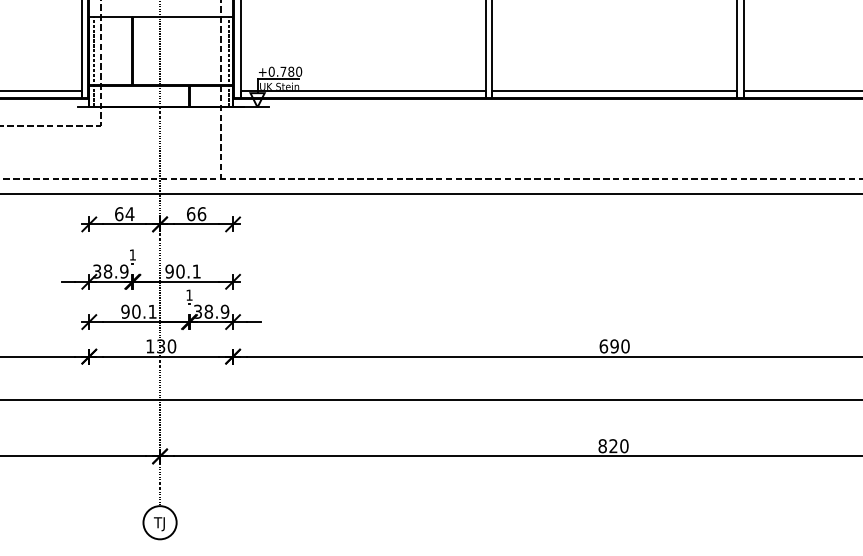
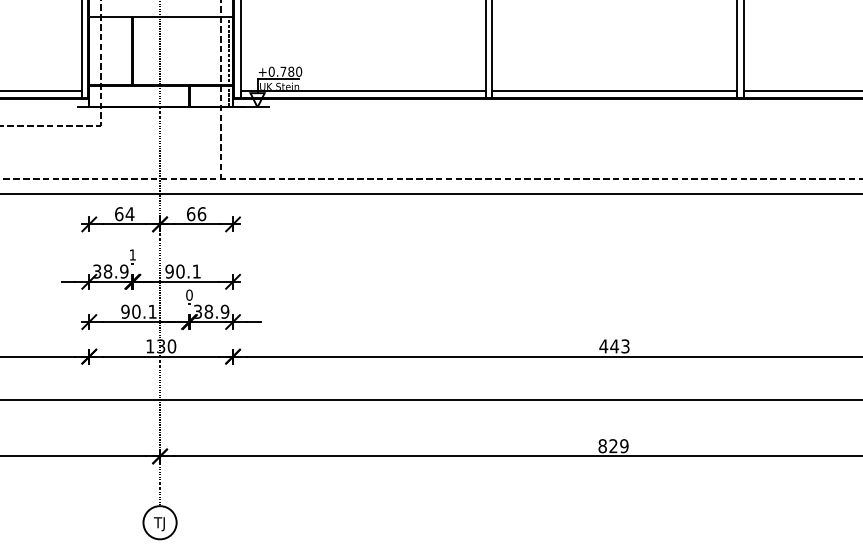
line at (93, 62): present -> none
text at (189, 294): 1 -> 0
text at (614, 346): 690 -> 443
text at (624, 446): 820 -> 829
